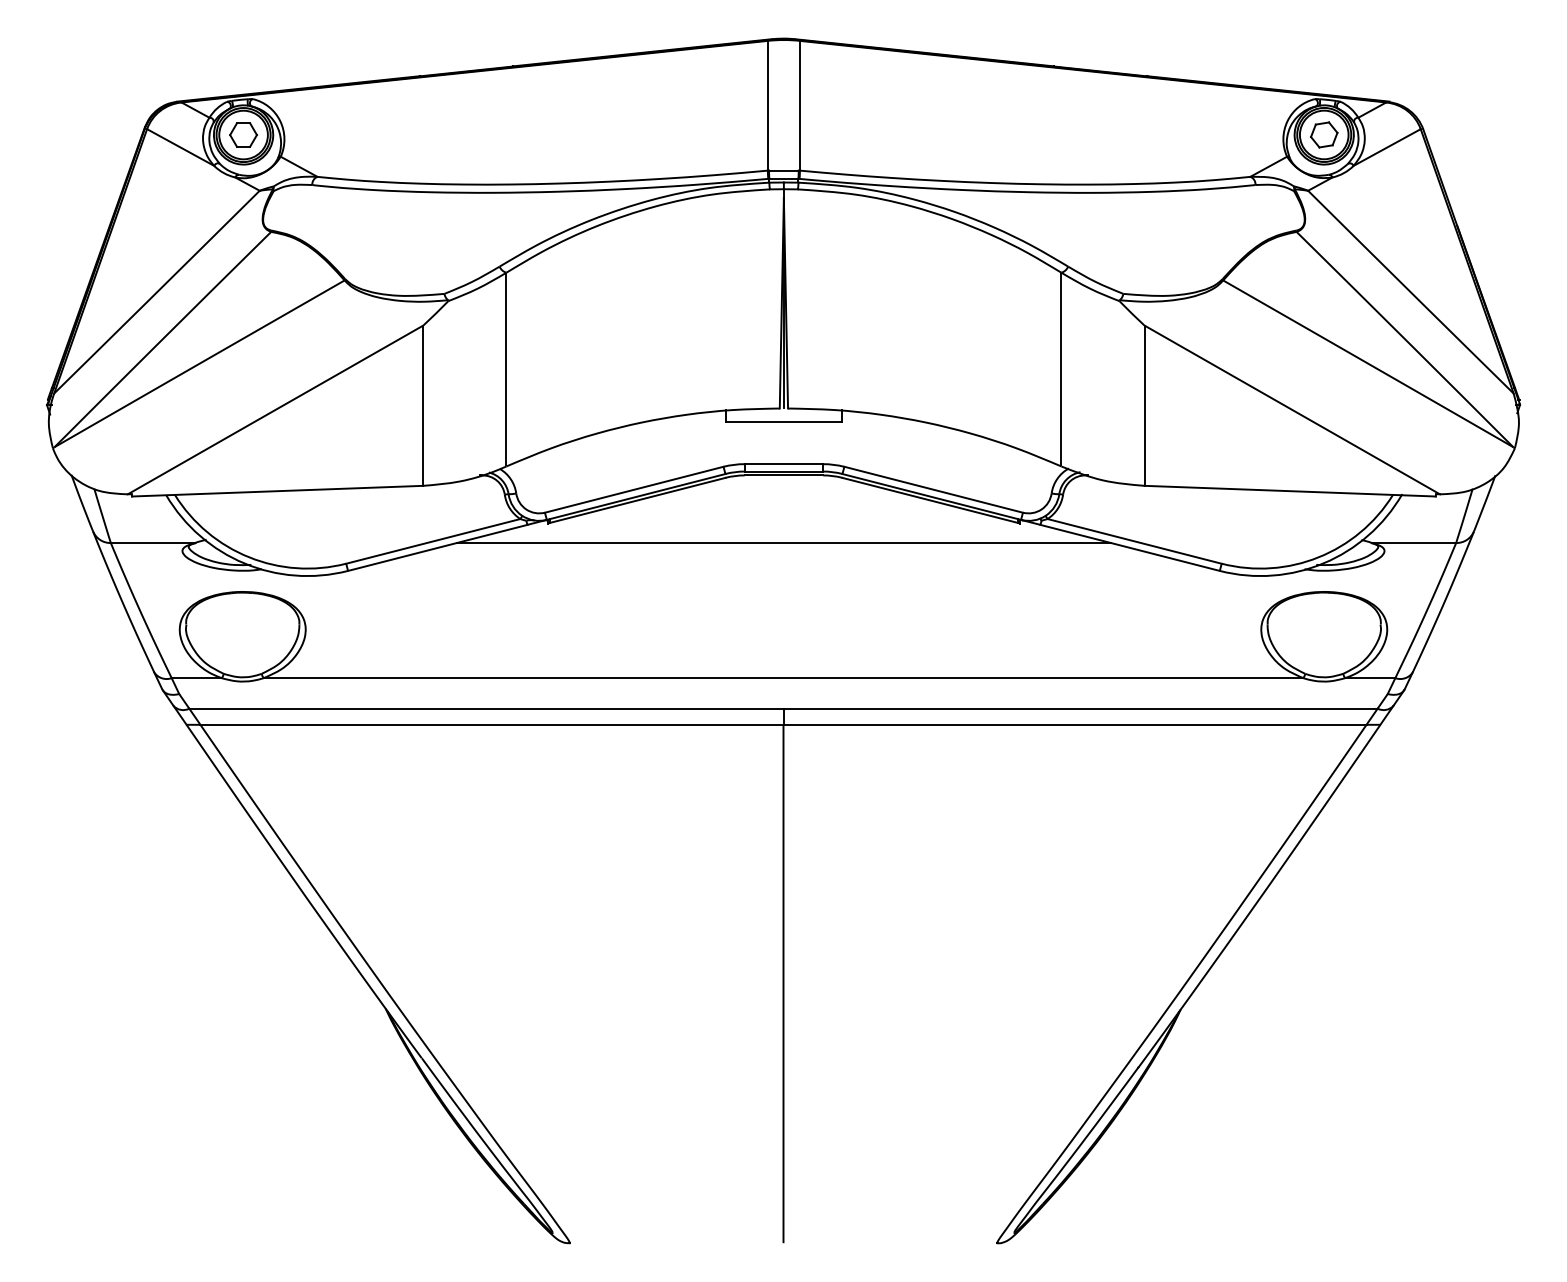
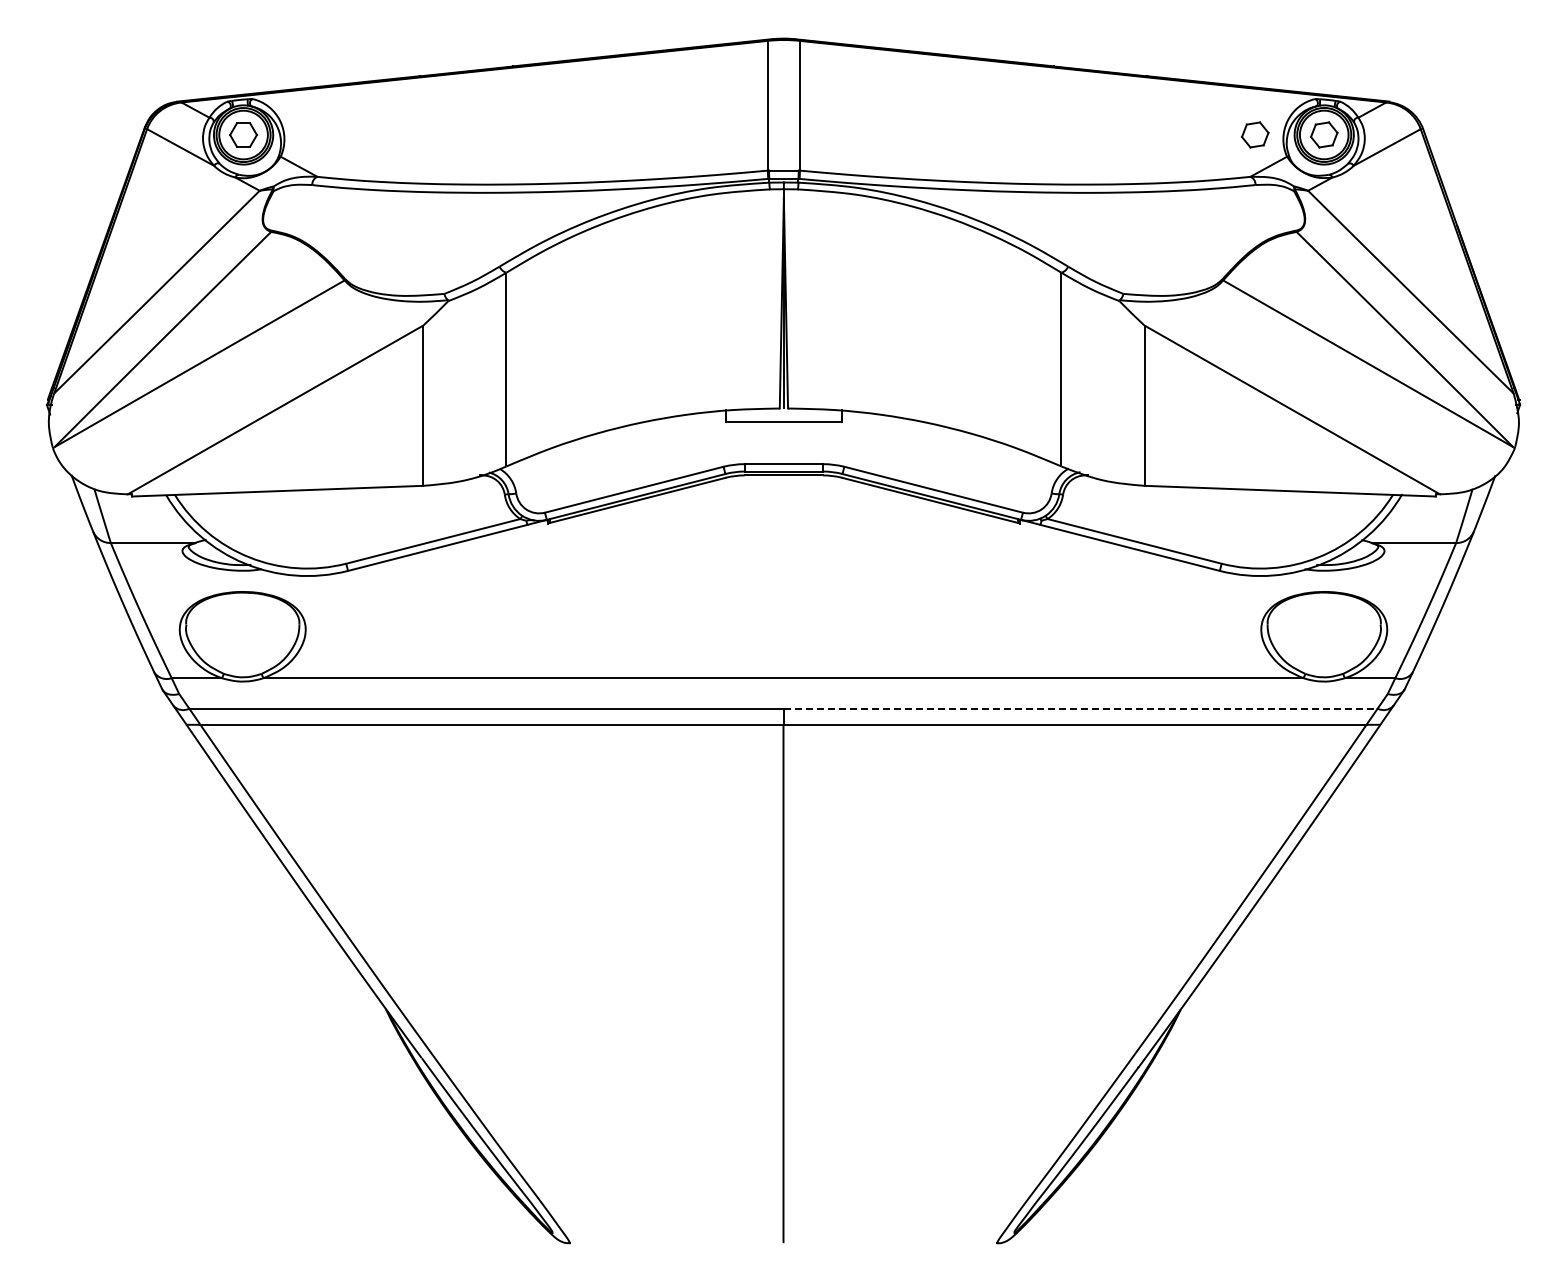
part at (1255, 134): none -> present
line at (783, 543): present -> none
line at (1081, 708): solid -> dashed
